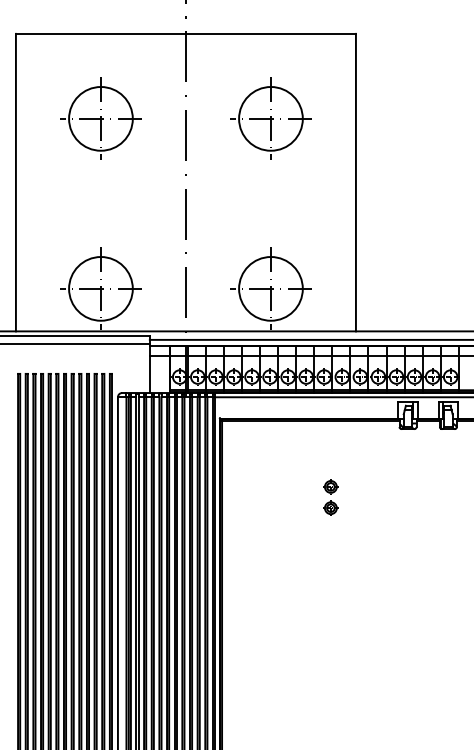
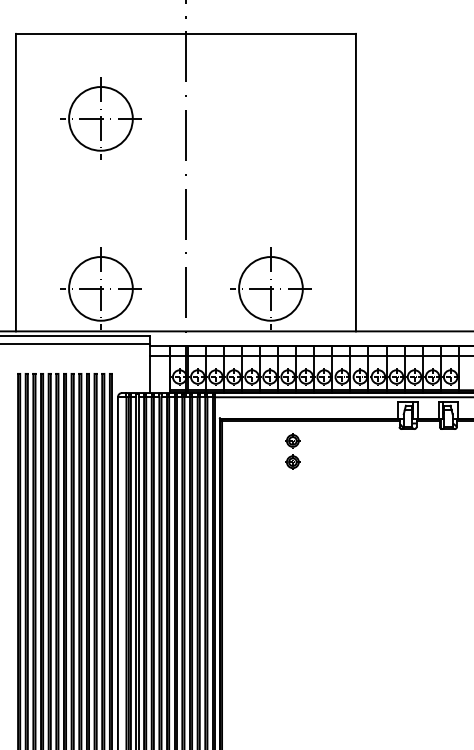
part at (270, 118): present -> none
line at (309, 339): present -> none
part at (330, 497) position: (330, 497) -> (292, 451)
